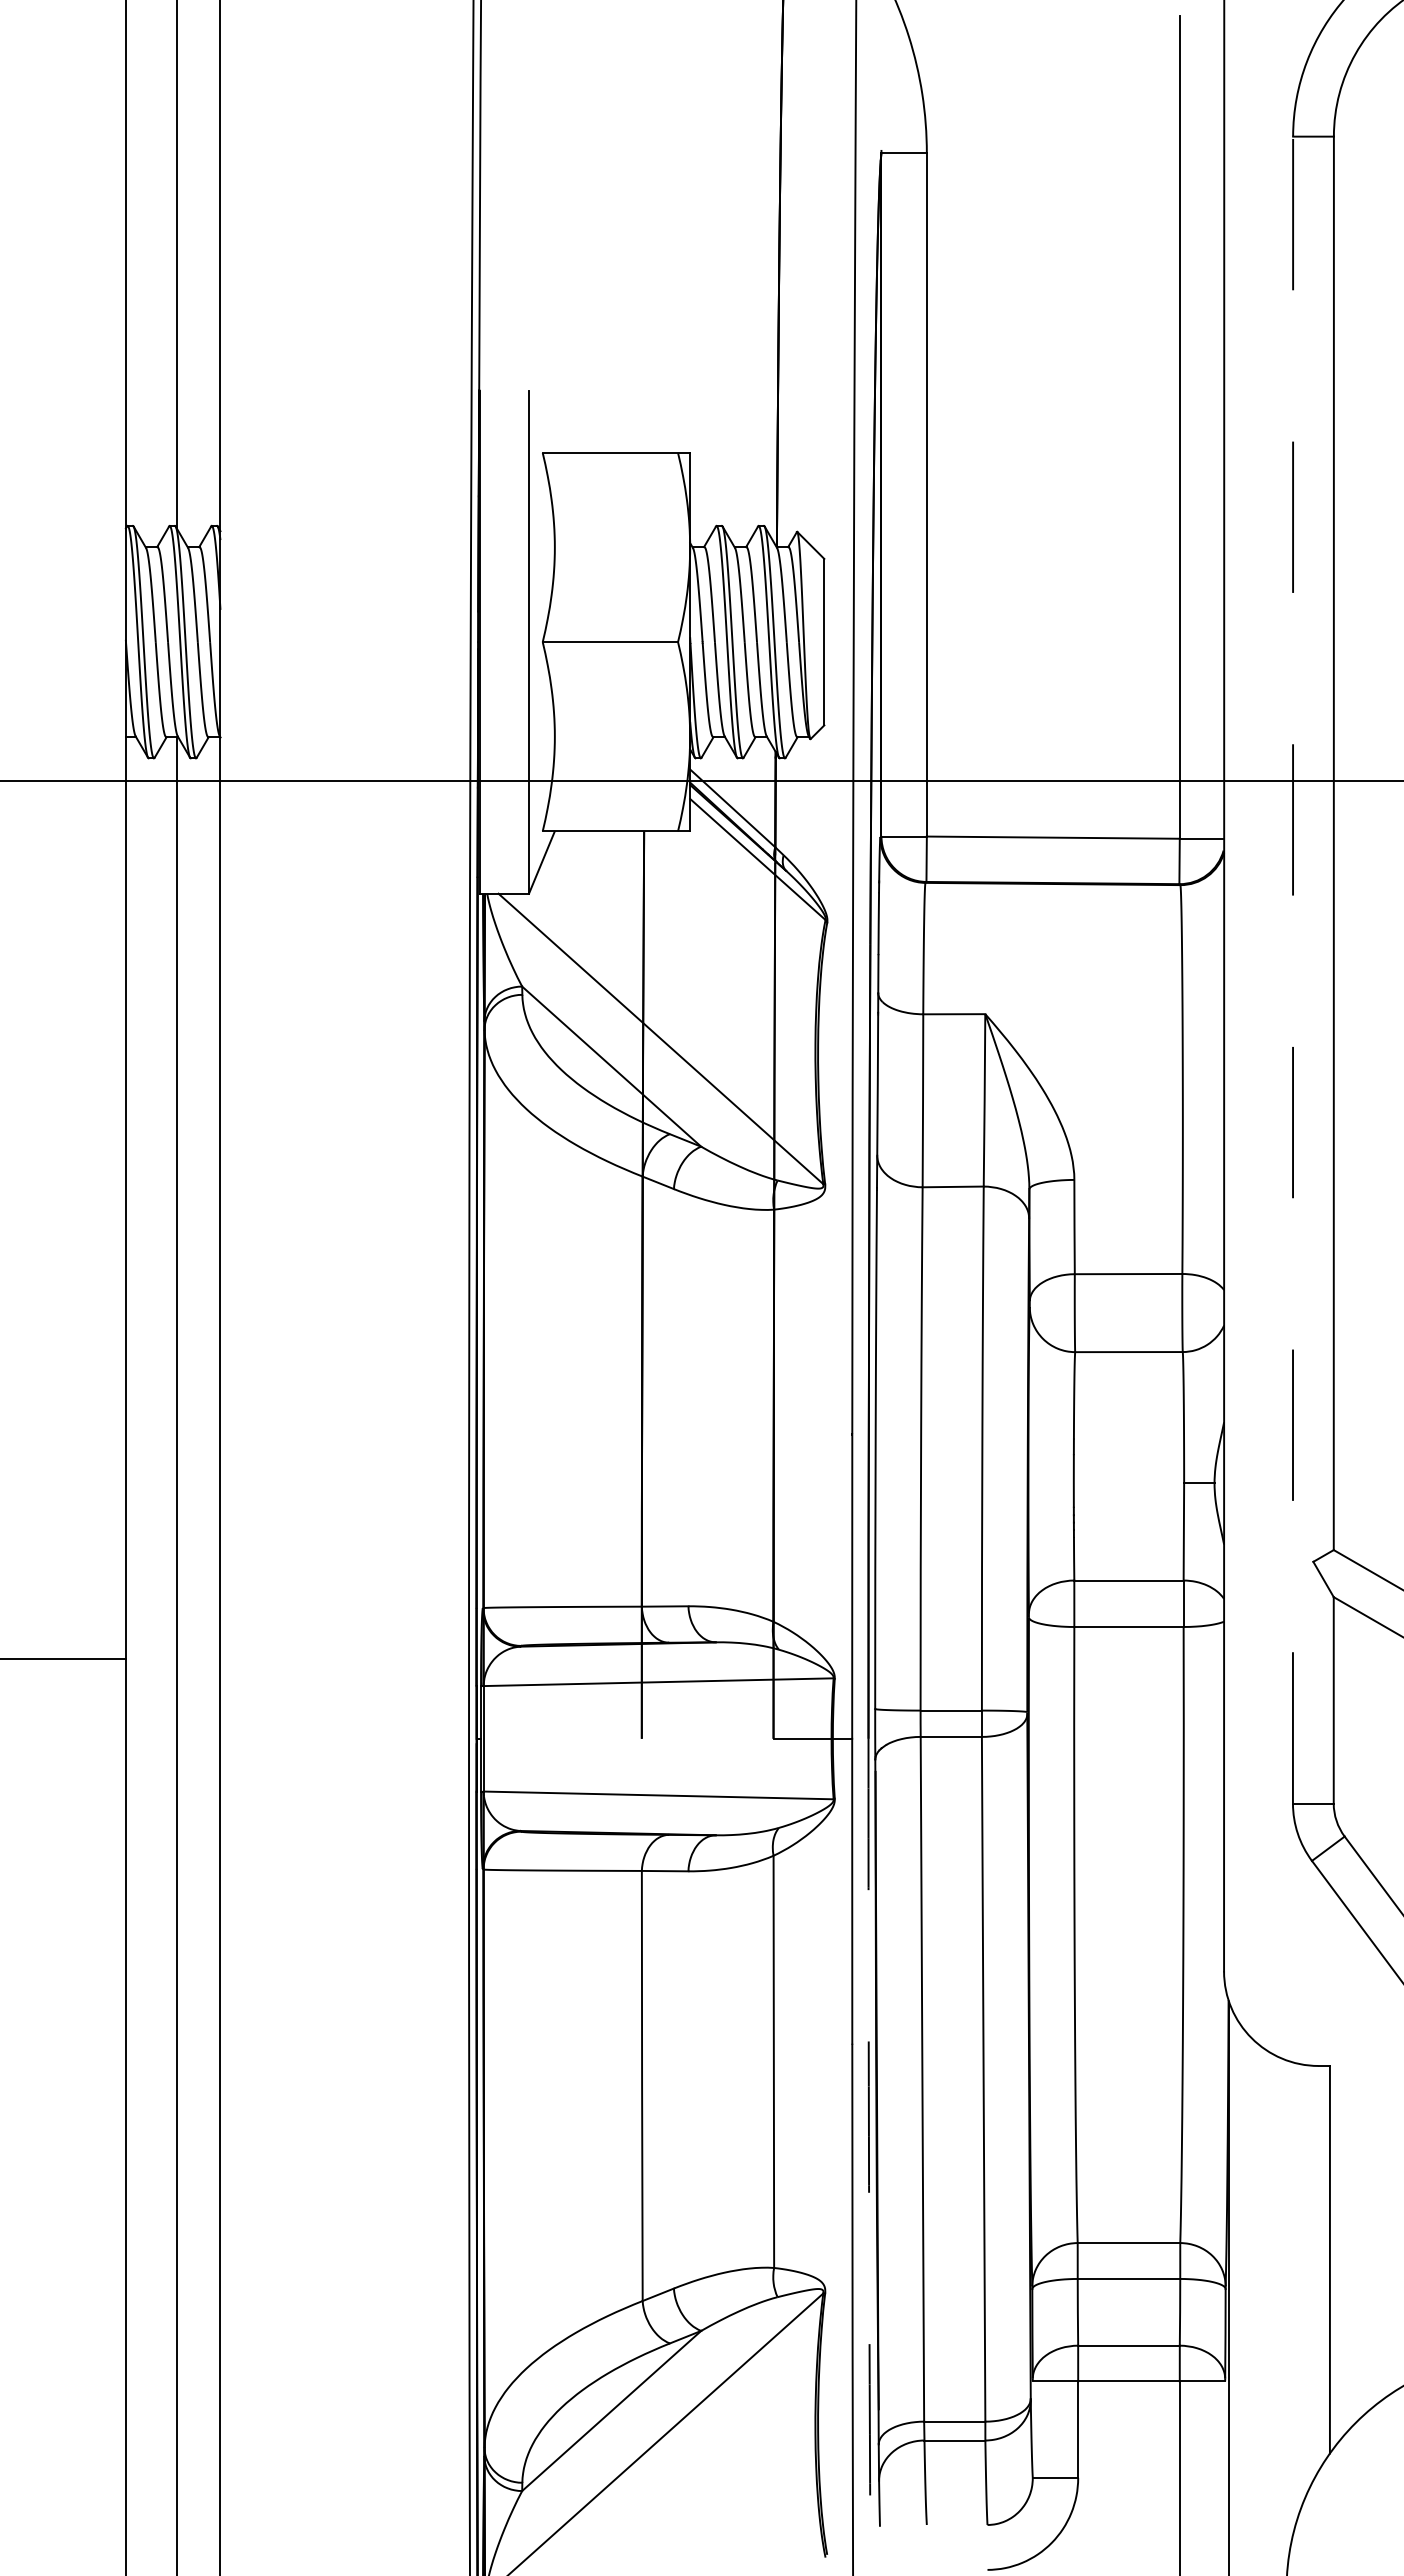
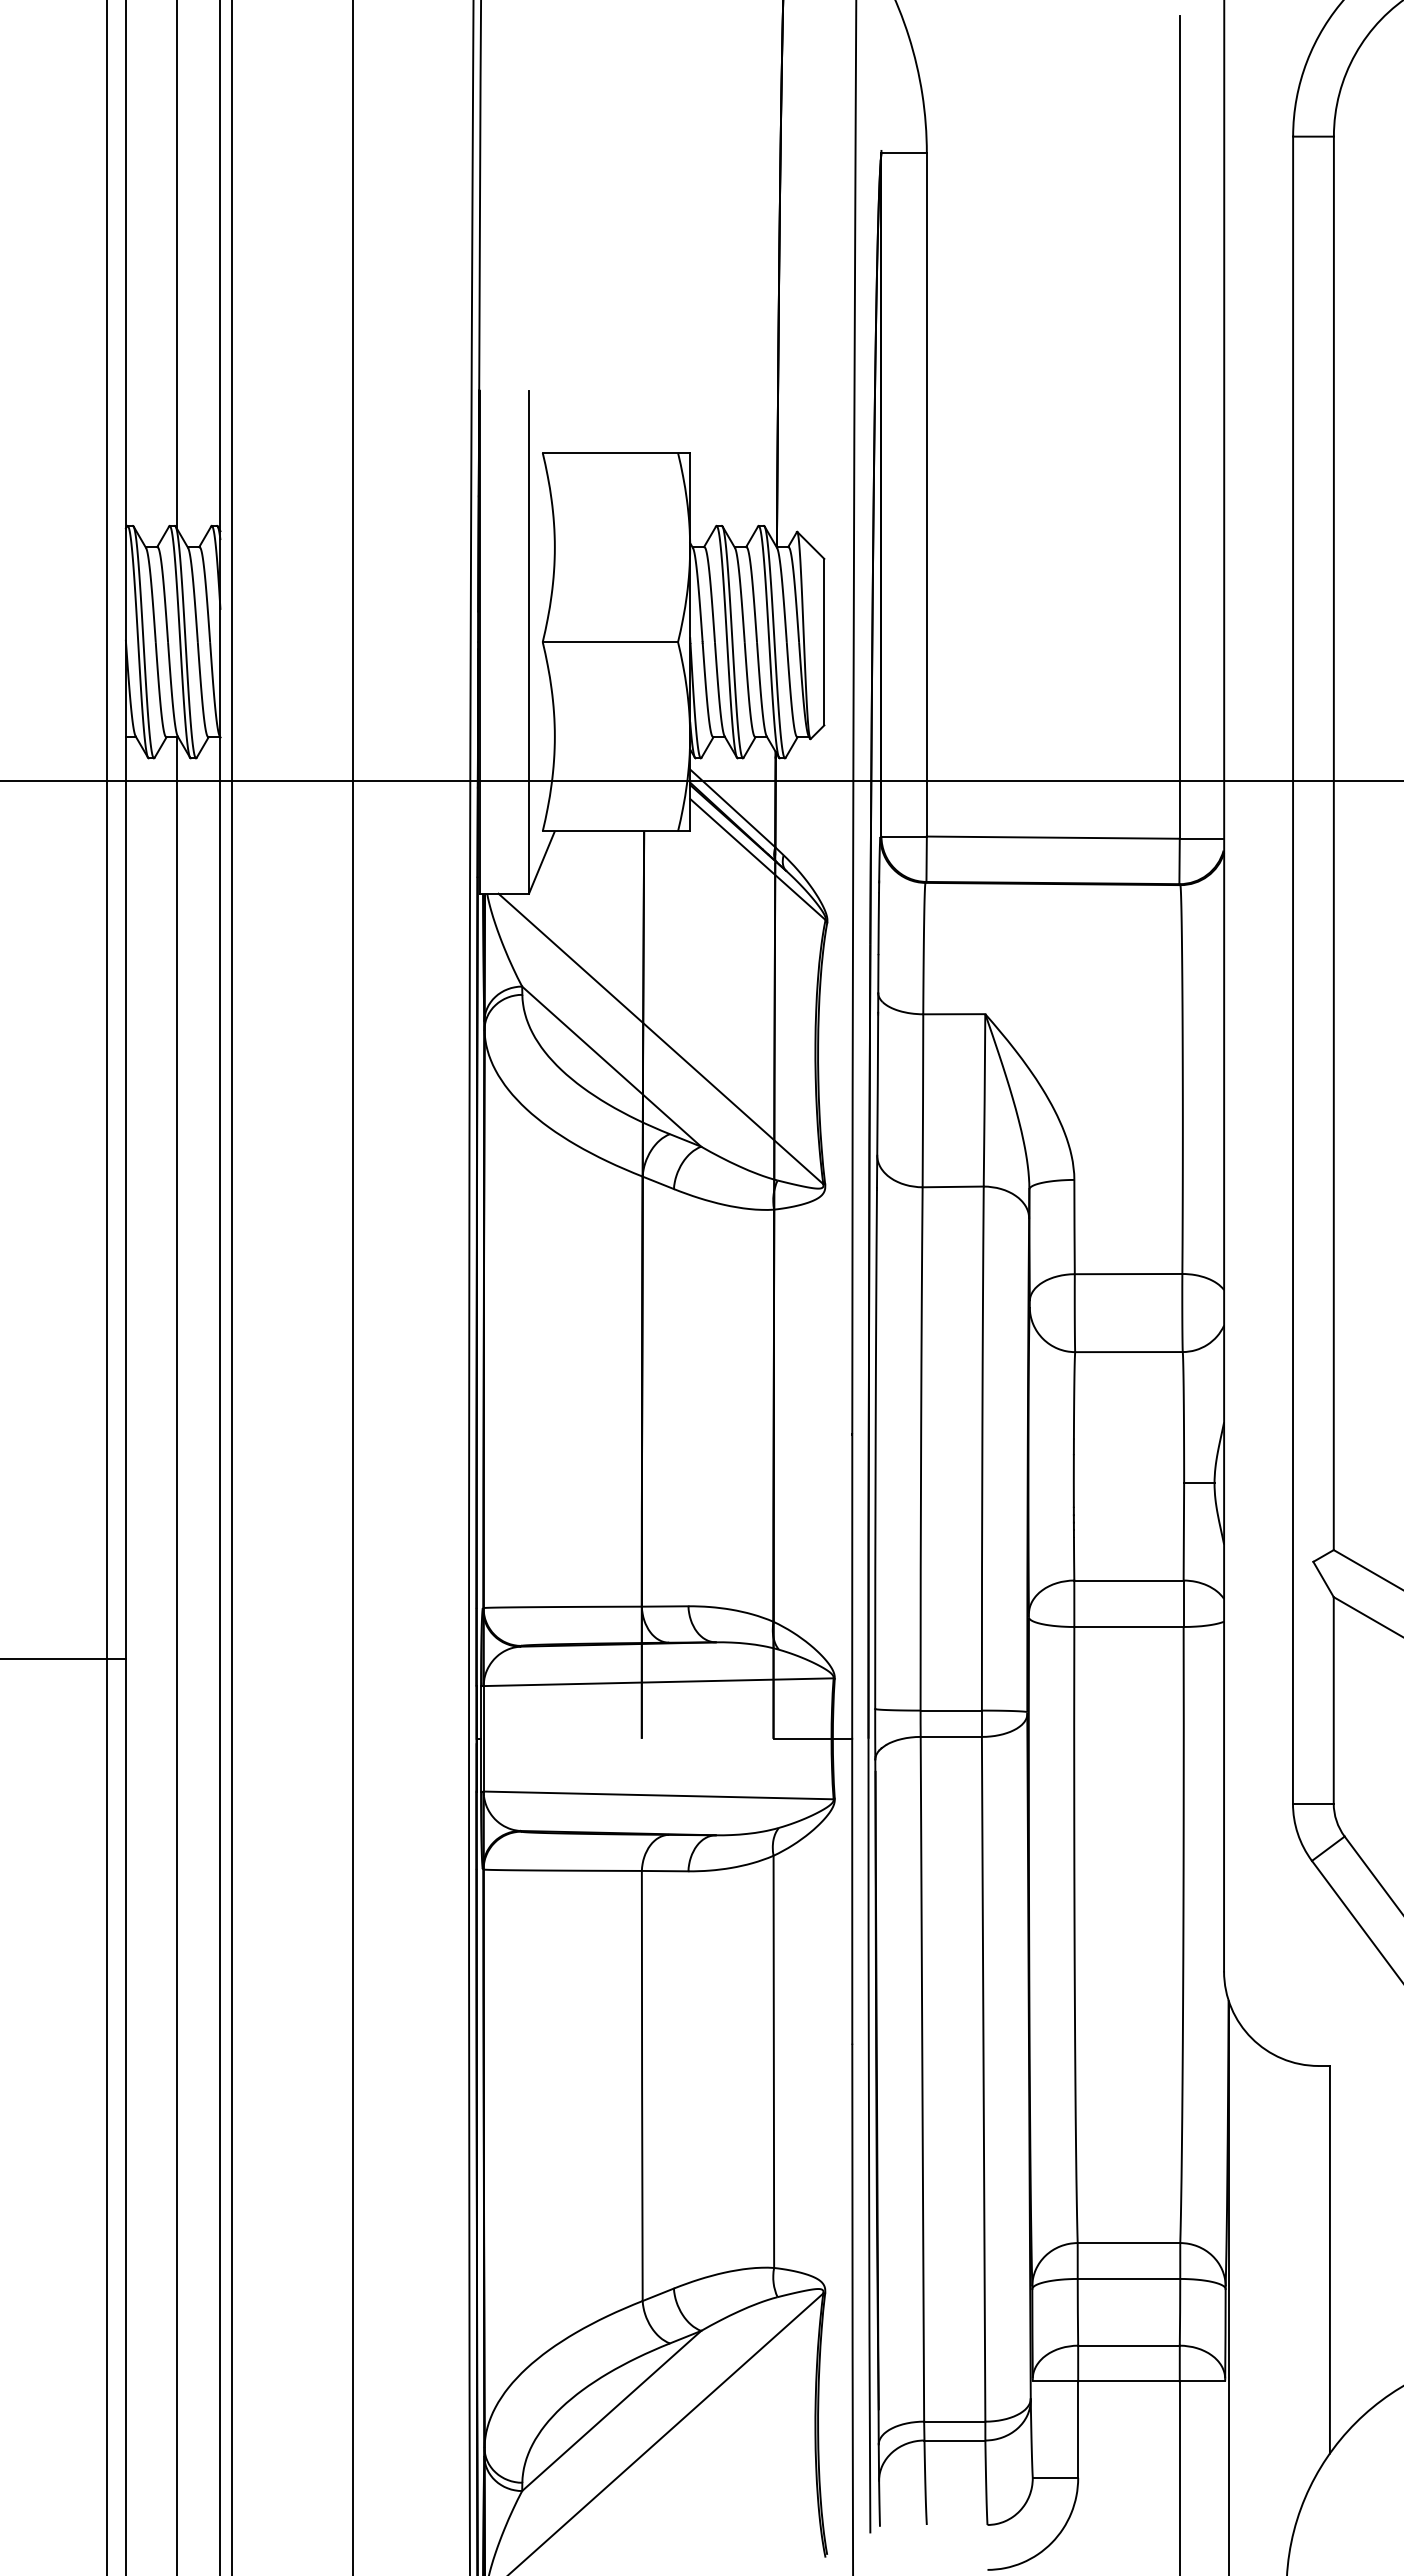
line at (1293, 969): dashed -> solid
line at (107, 1287): none -> present
line at (231, 1287): none -> present
line at (352, 1287): none -> present
arc at (868, 2136): dashed -> solid
